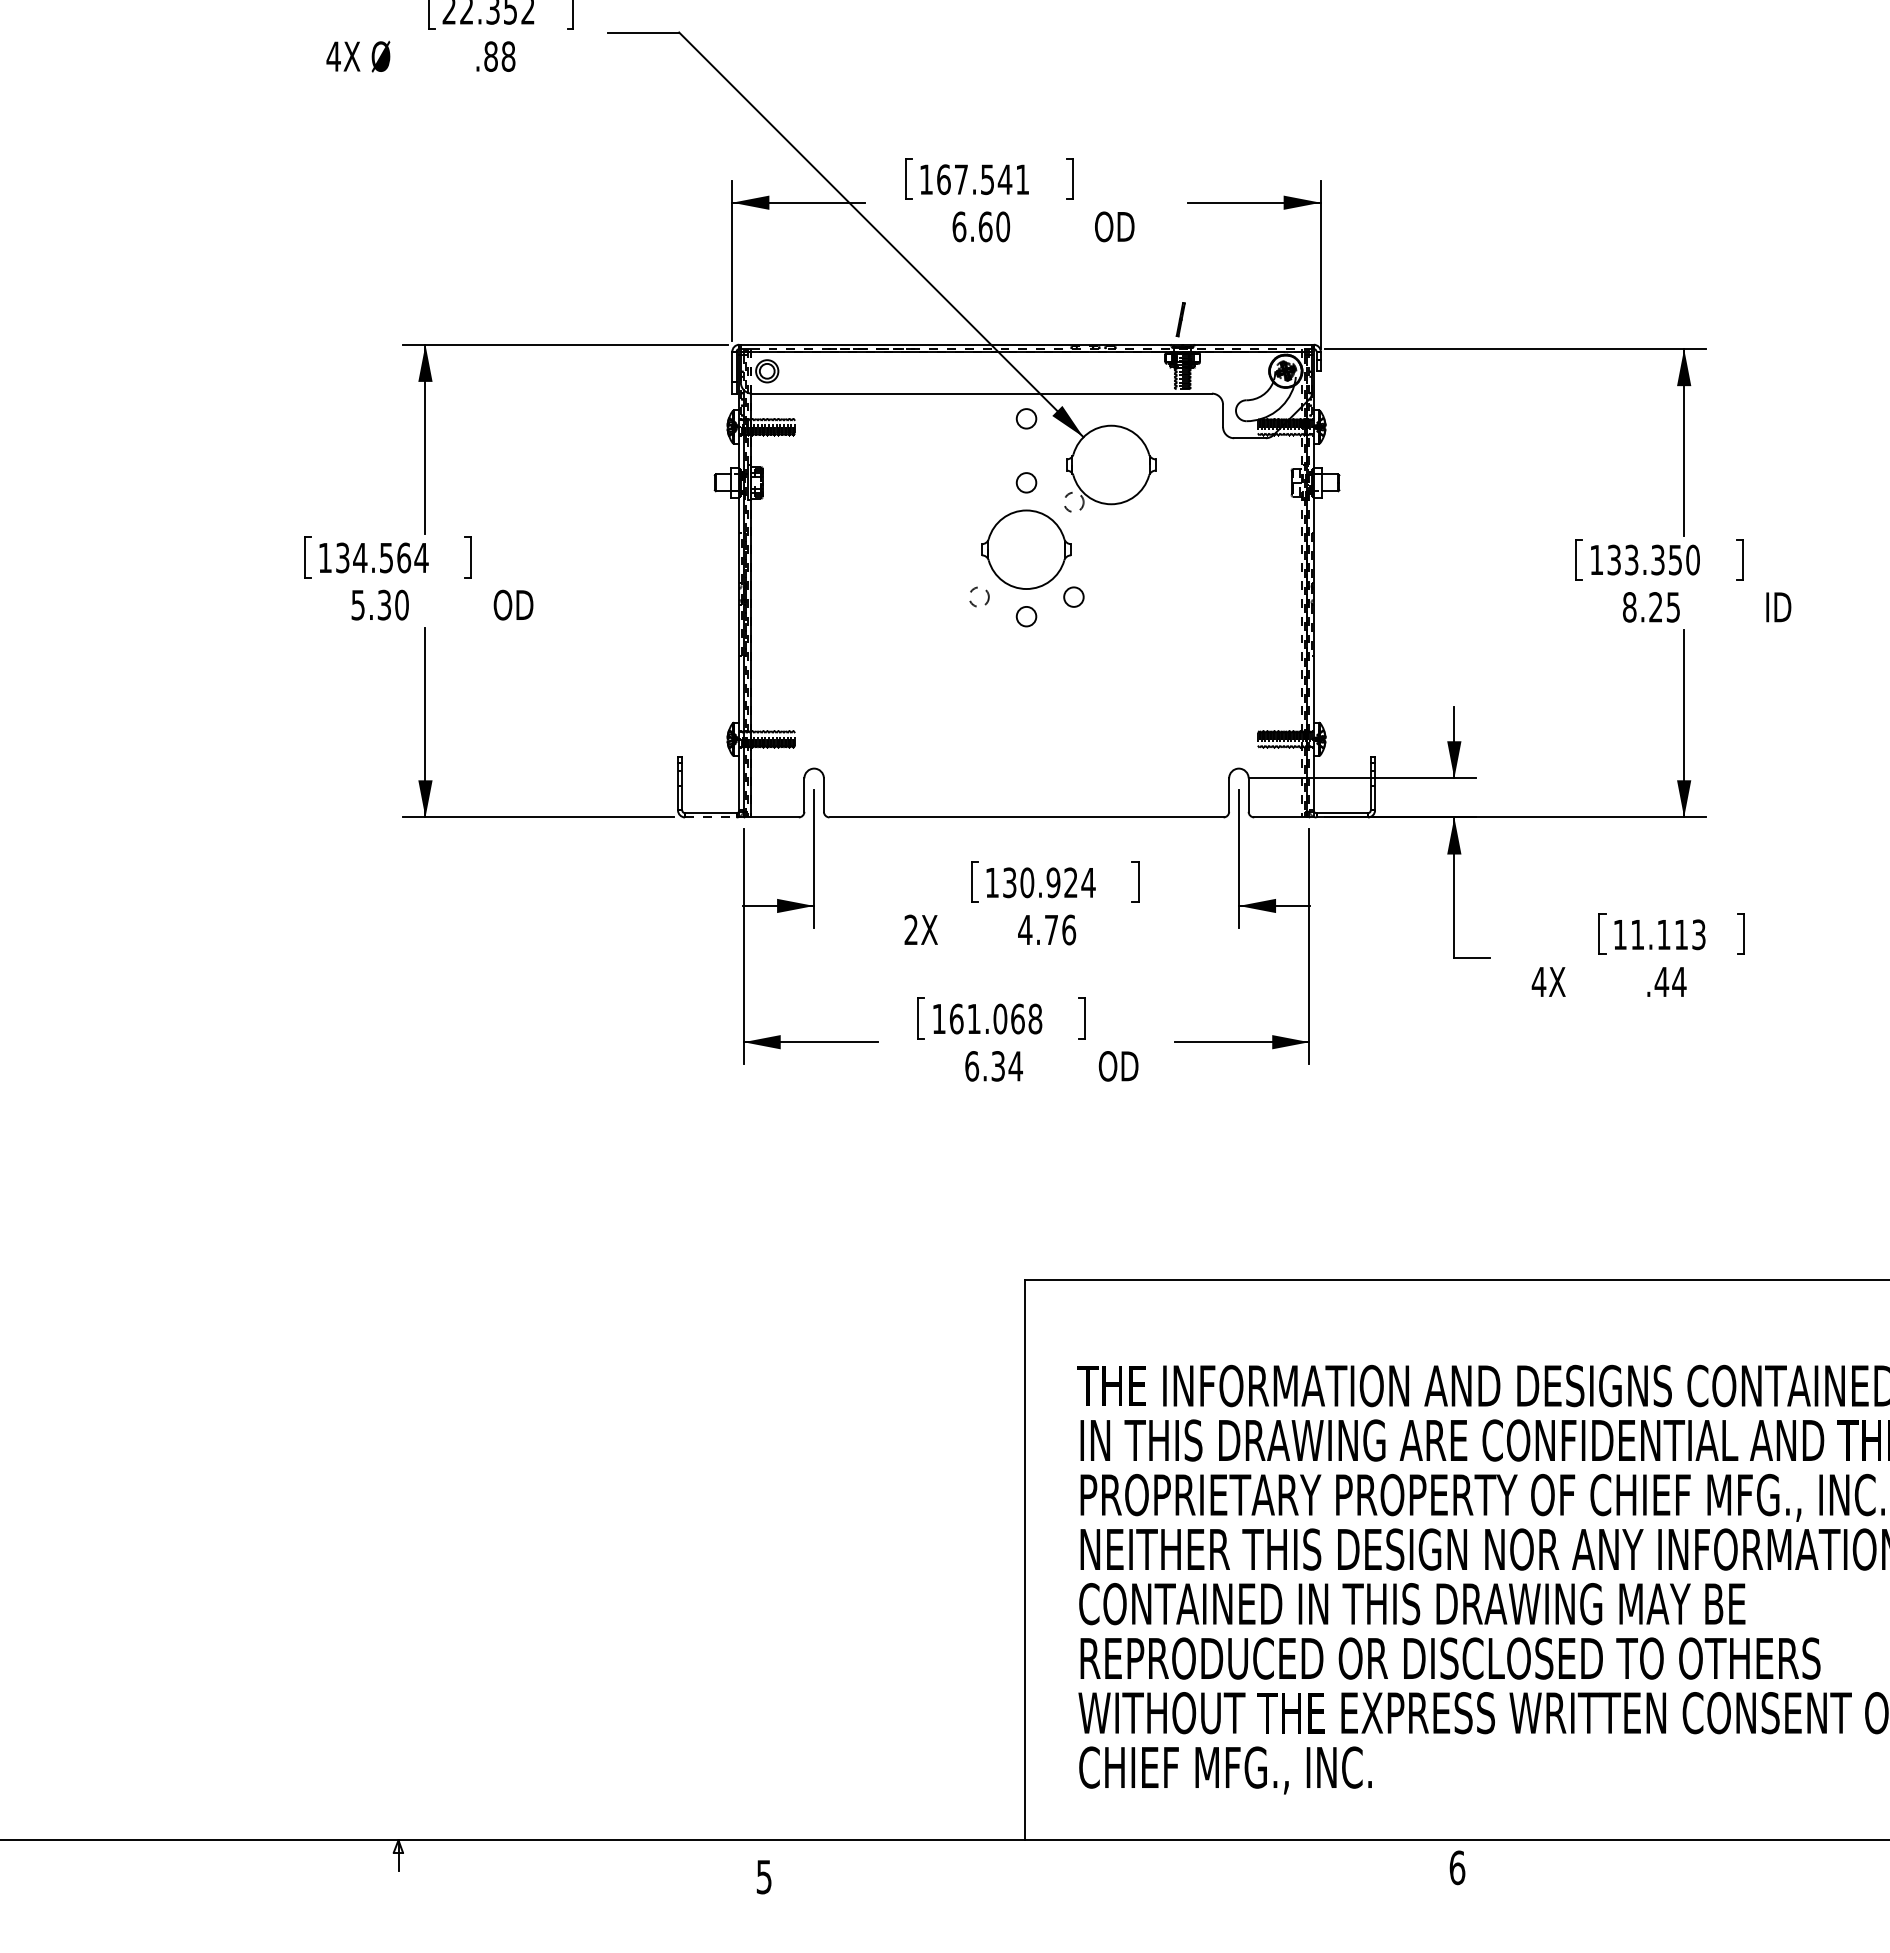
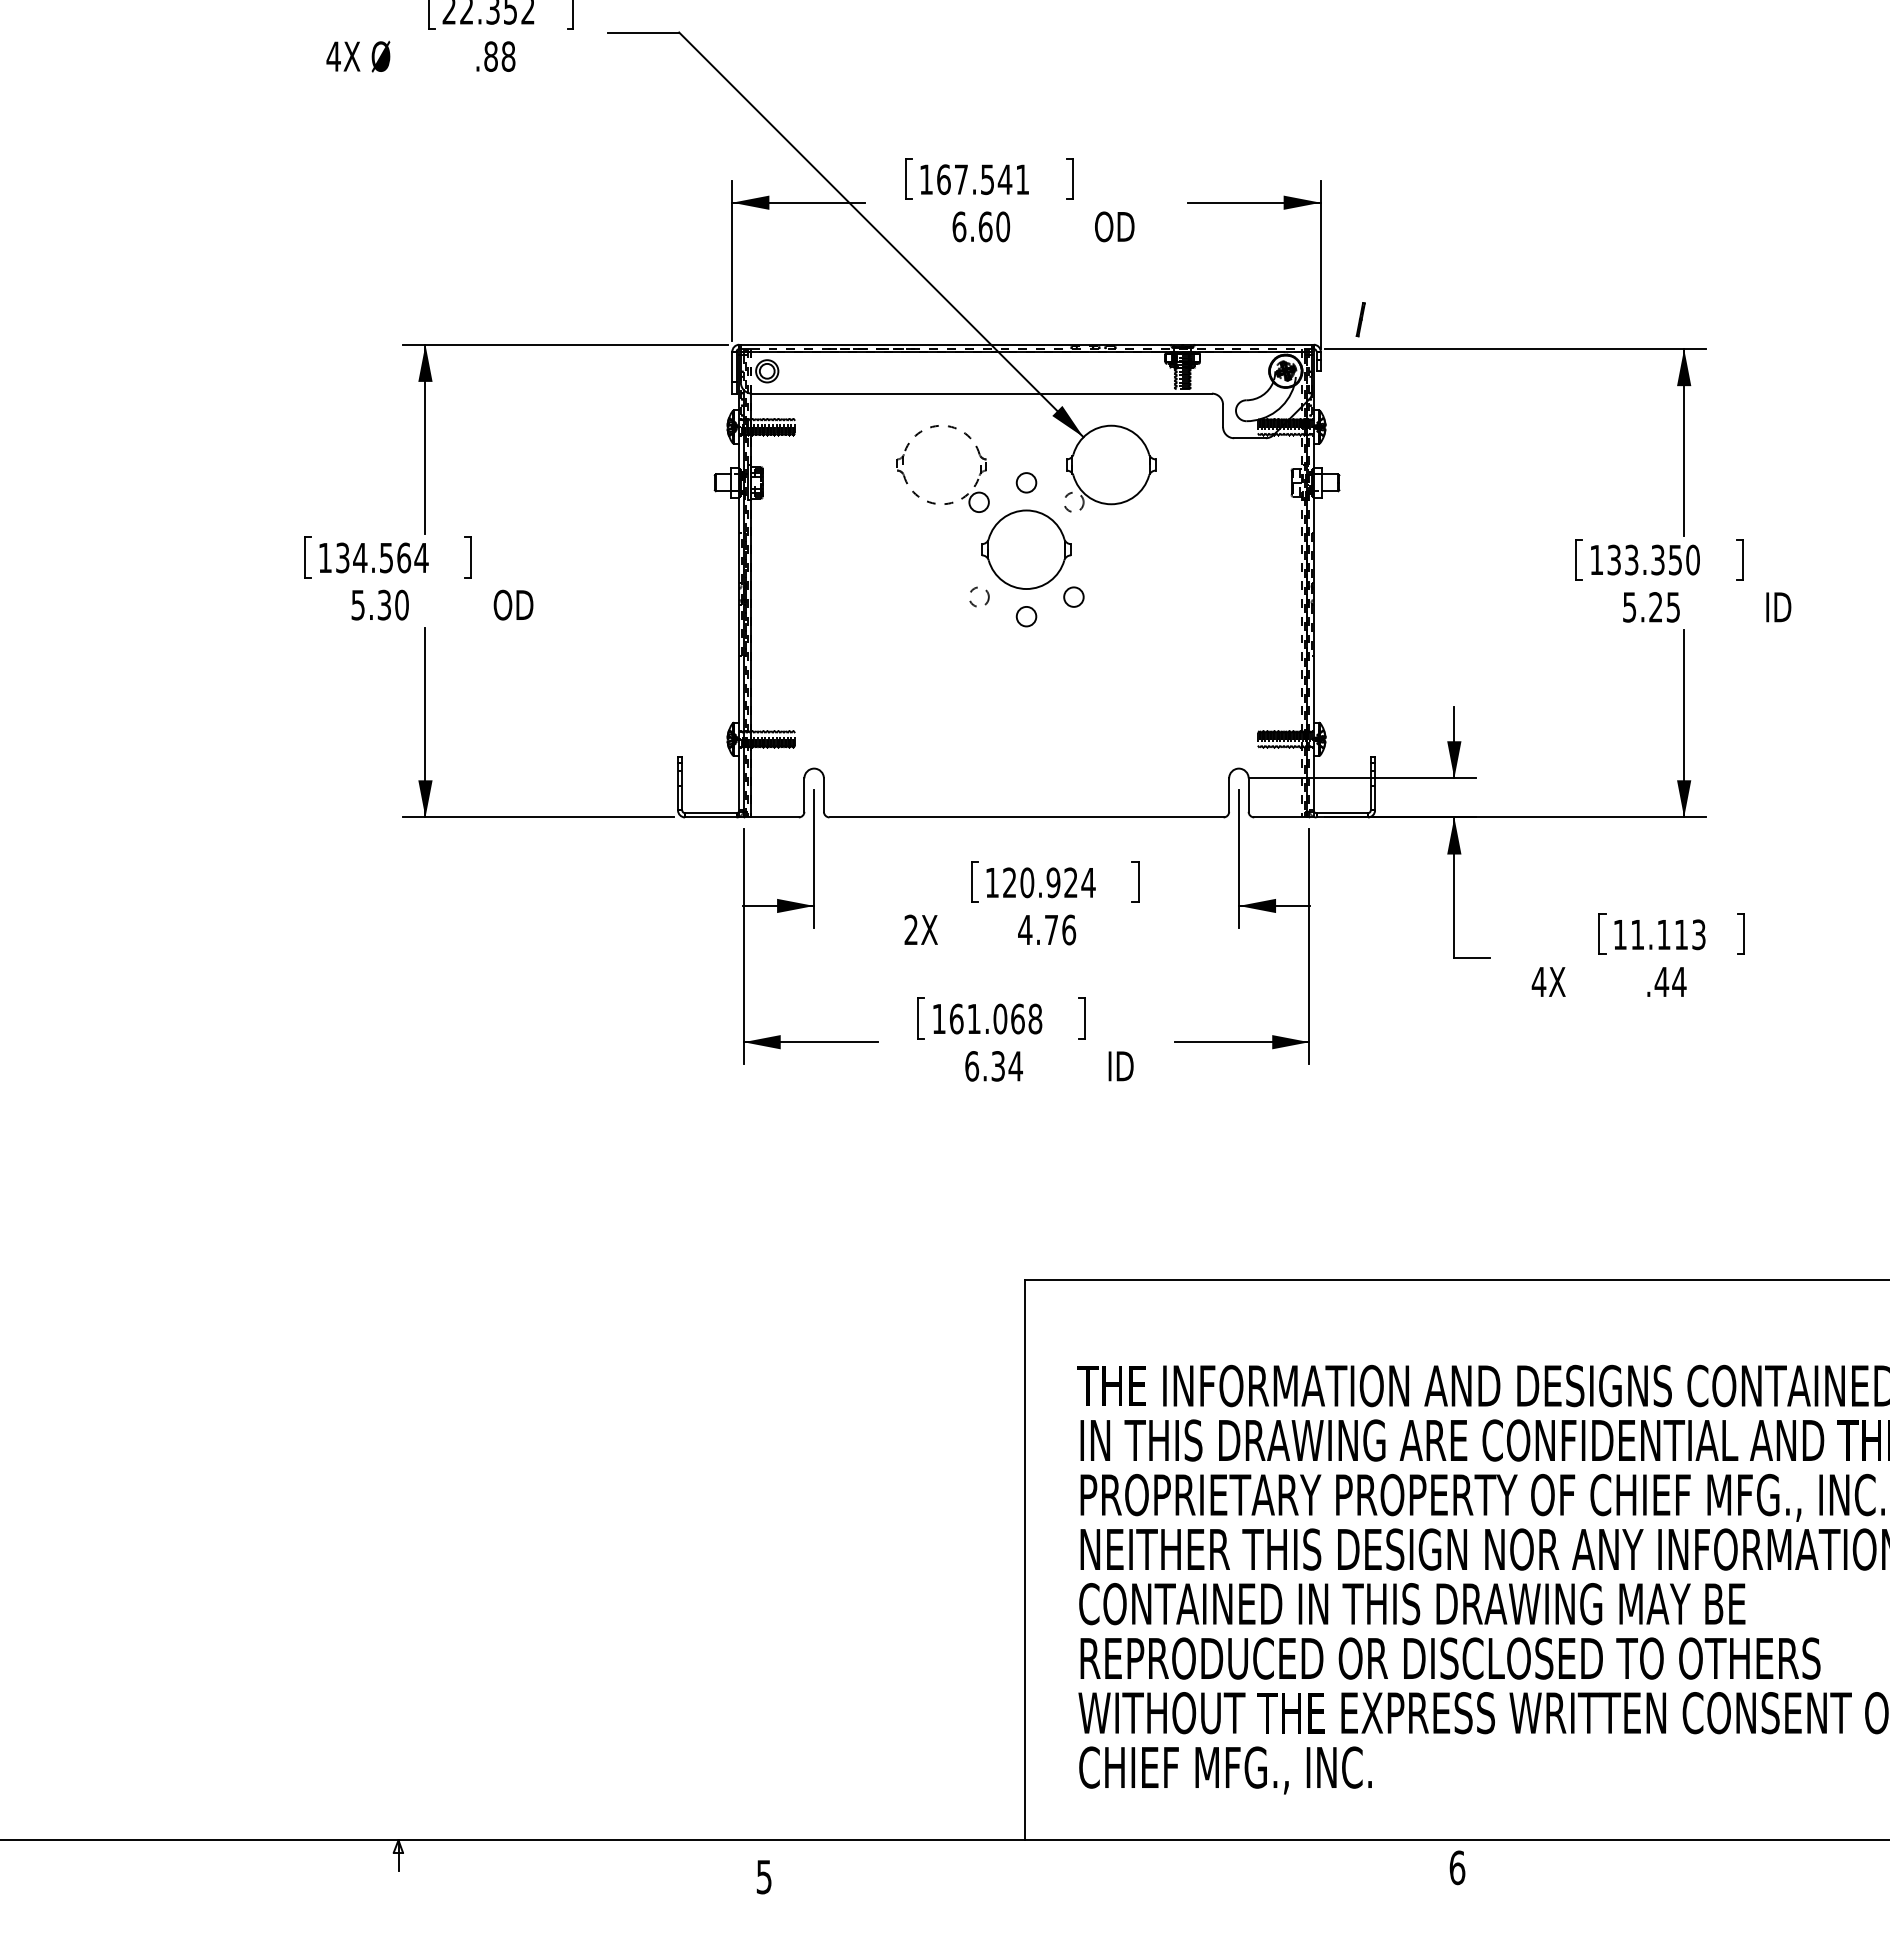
line at (1180, 319) position: (1180, 319) -> (1360, 319)
circle at (1026, 418): present -> none
part at (947, 502): none -> present
text at (1629, 607): 8.25 -> 5.25
line at (710, 817): dashed -> solid
text at (1009, 882): 130.924 -> 120.924
text at (1118, 1066): OD -> ID
